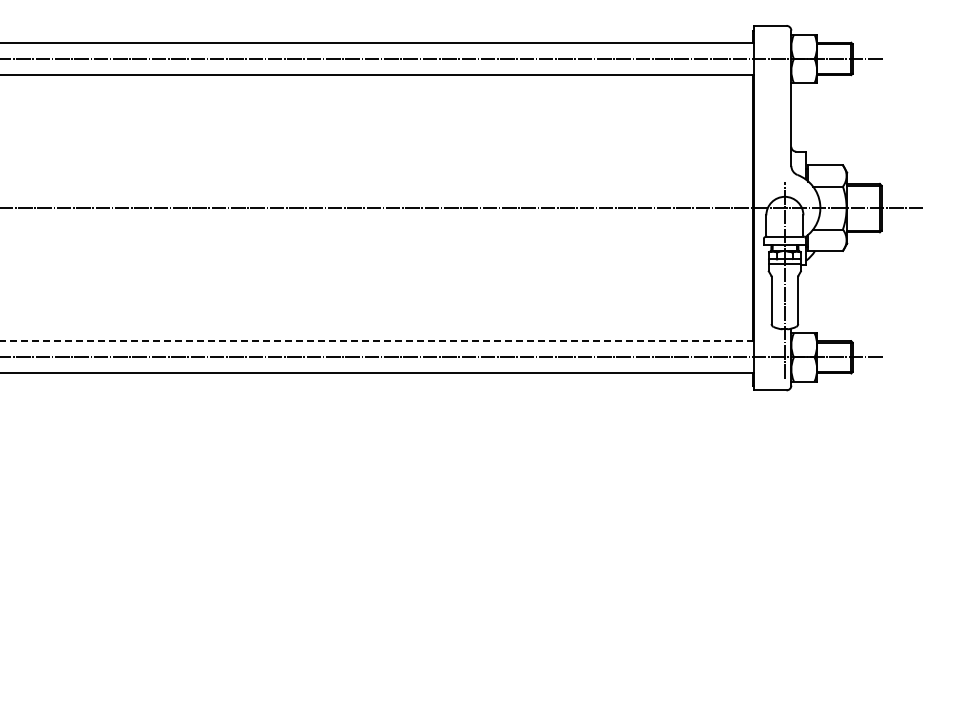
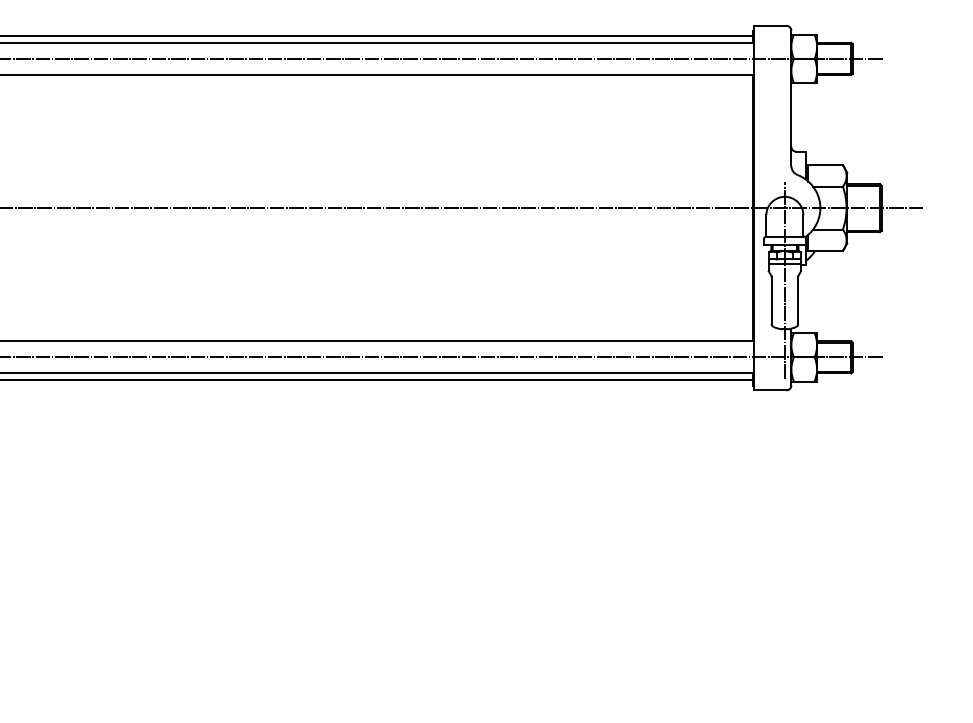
line at (377, 36): none -> present
line at (377, 341): dashed -> solid
line at (377, 379): none -> present
